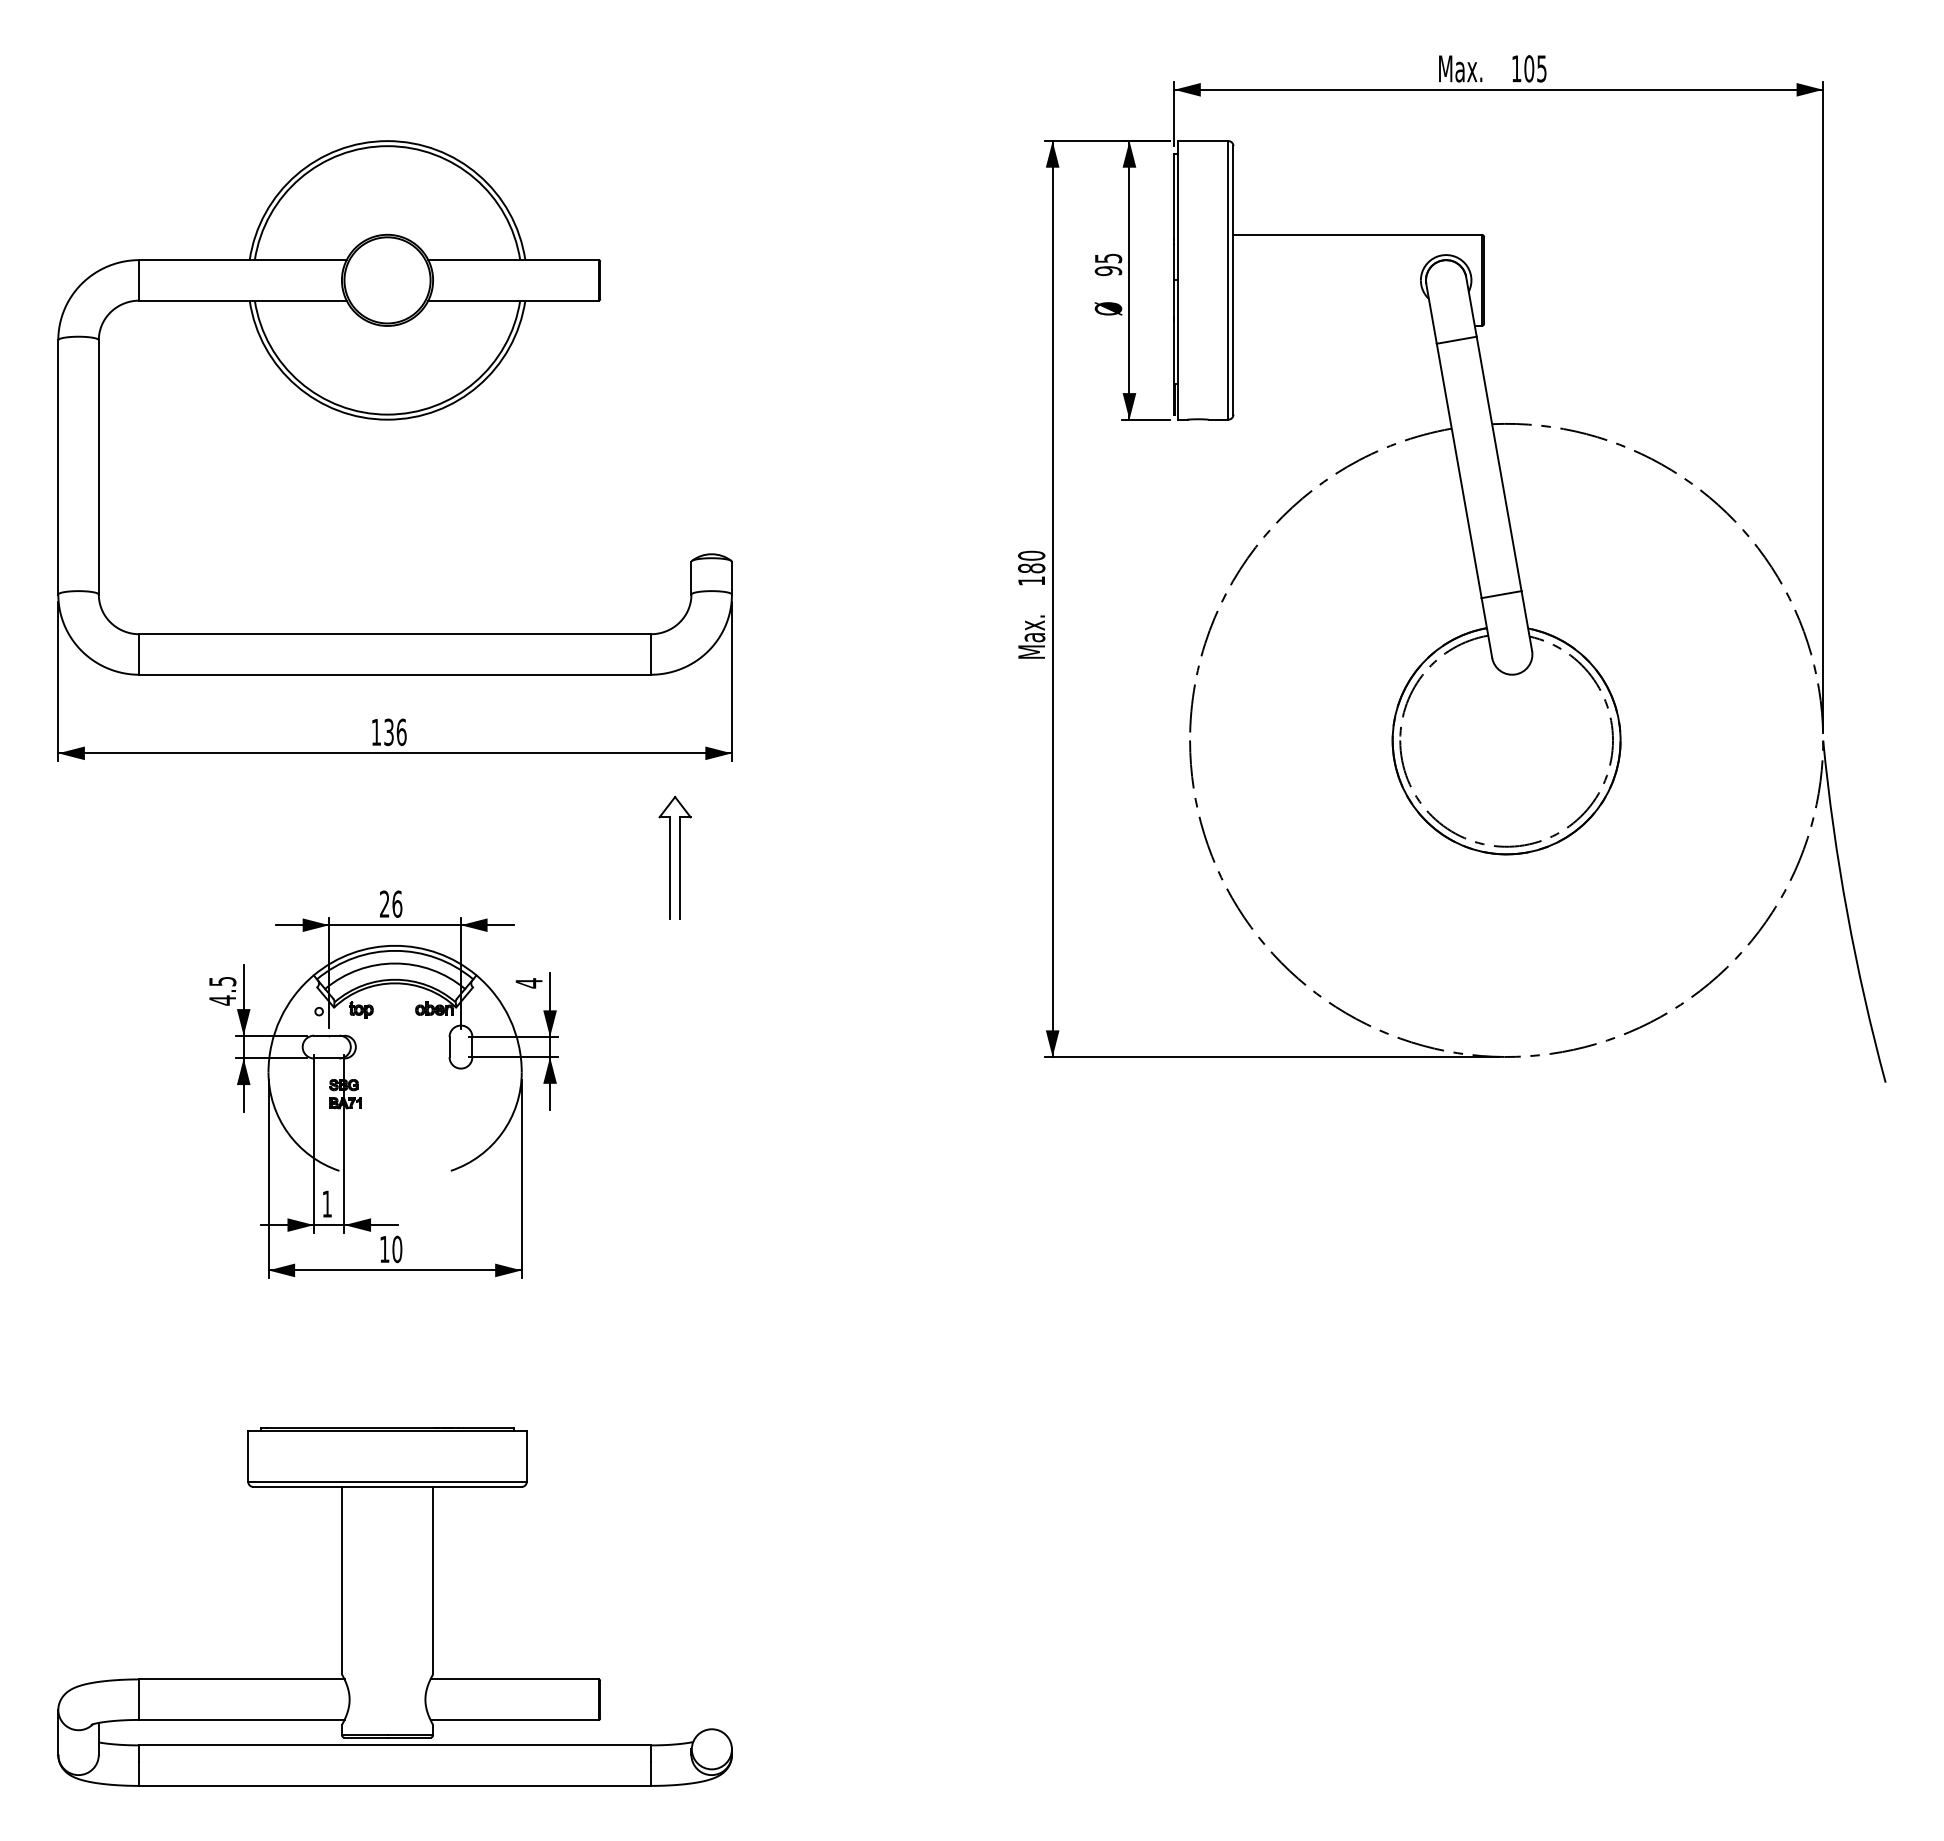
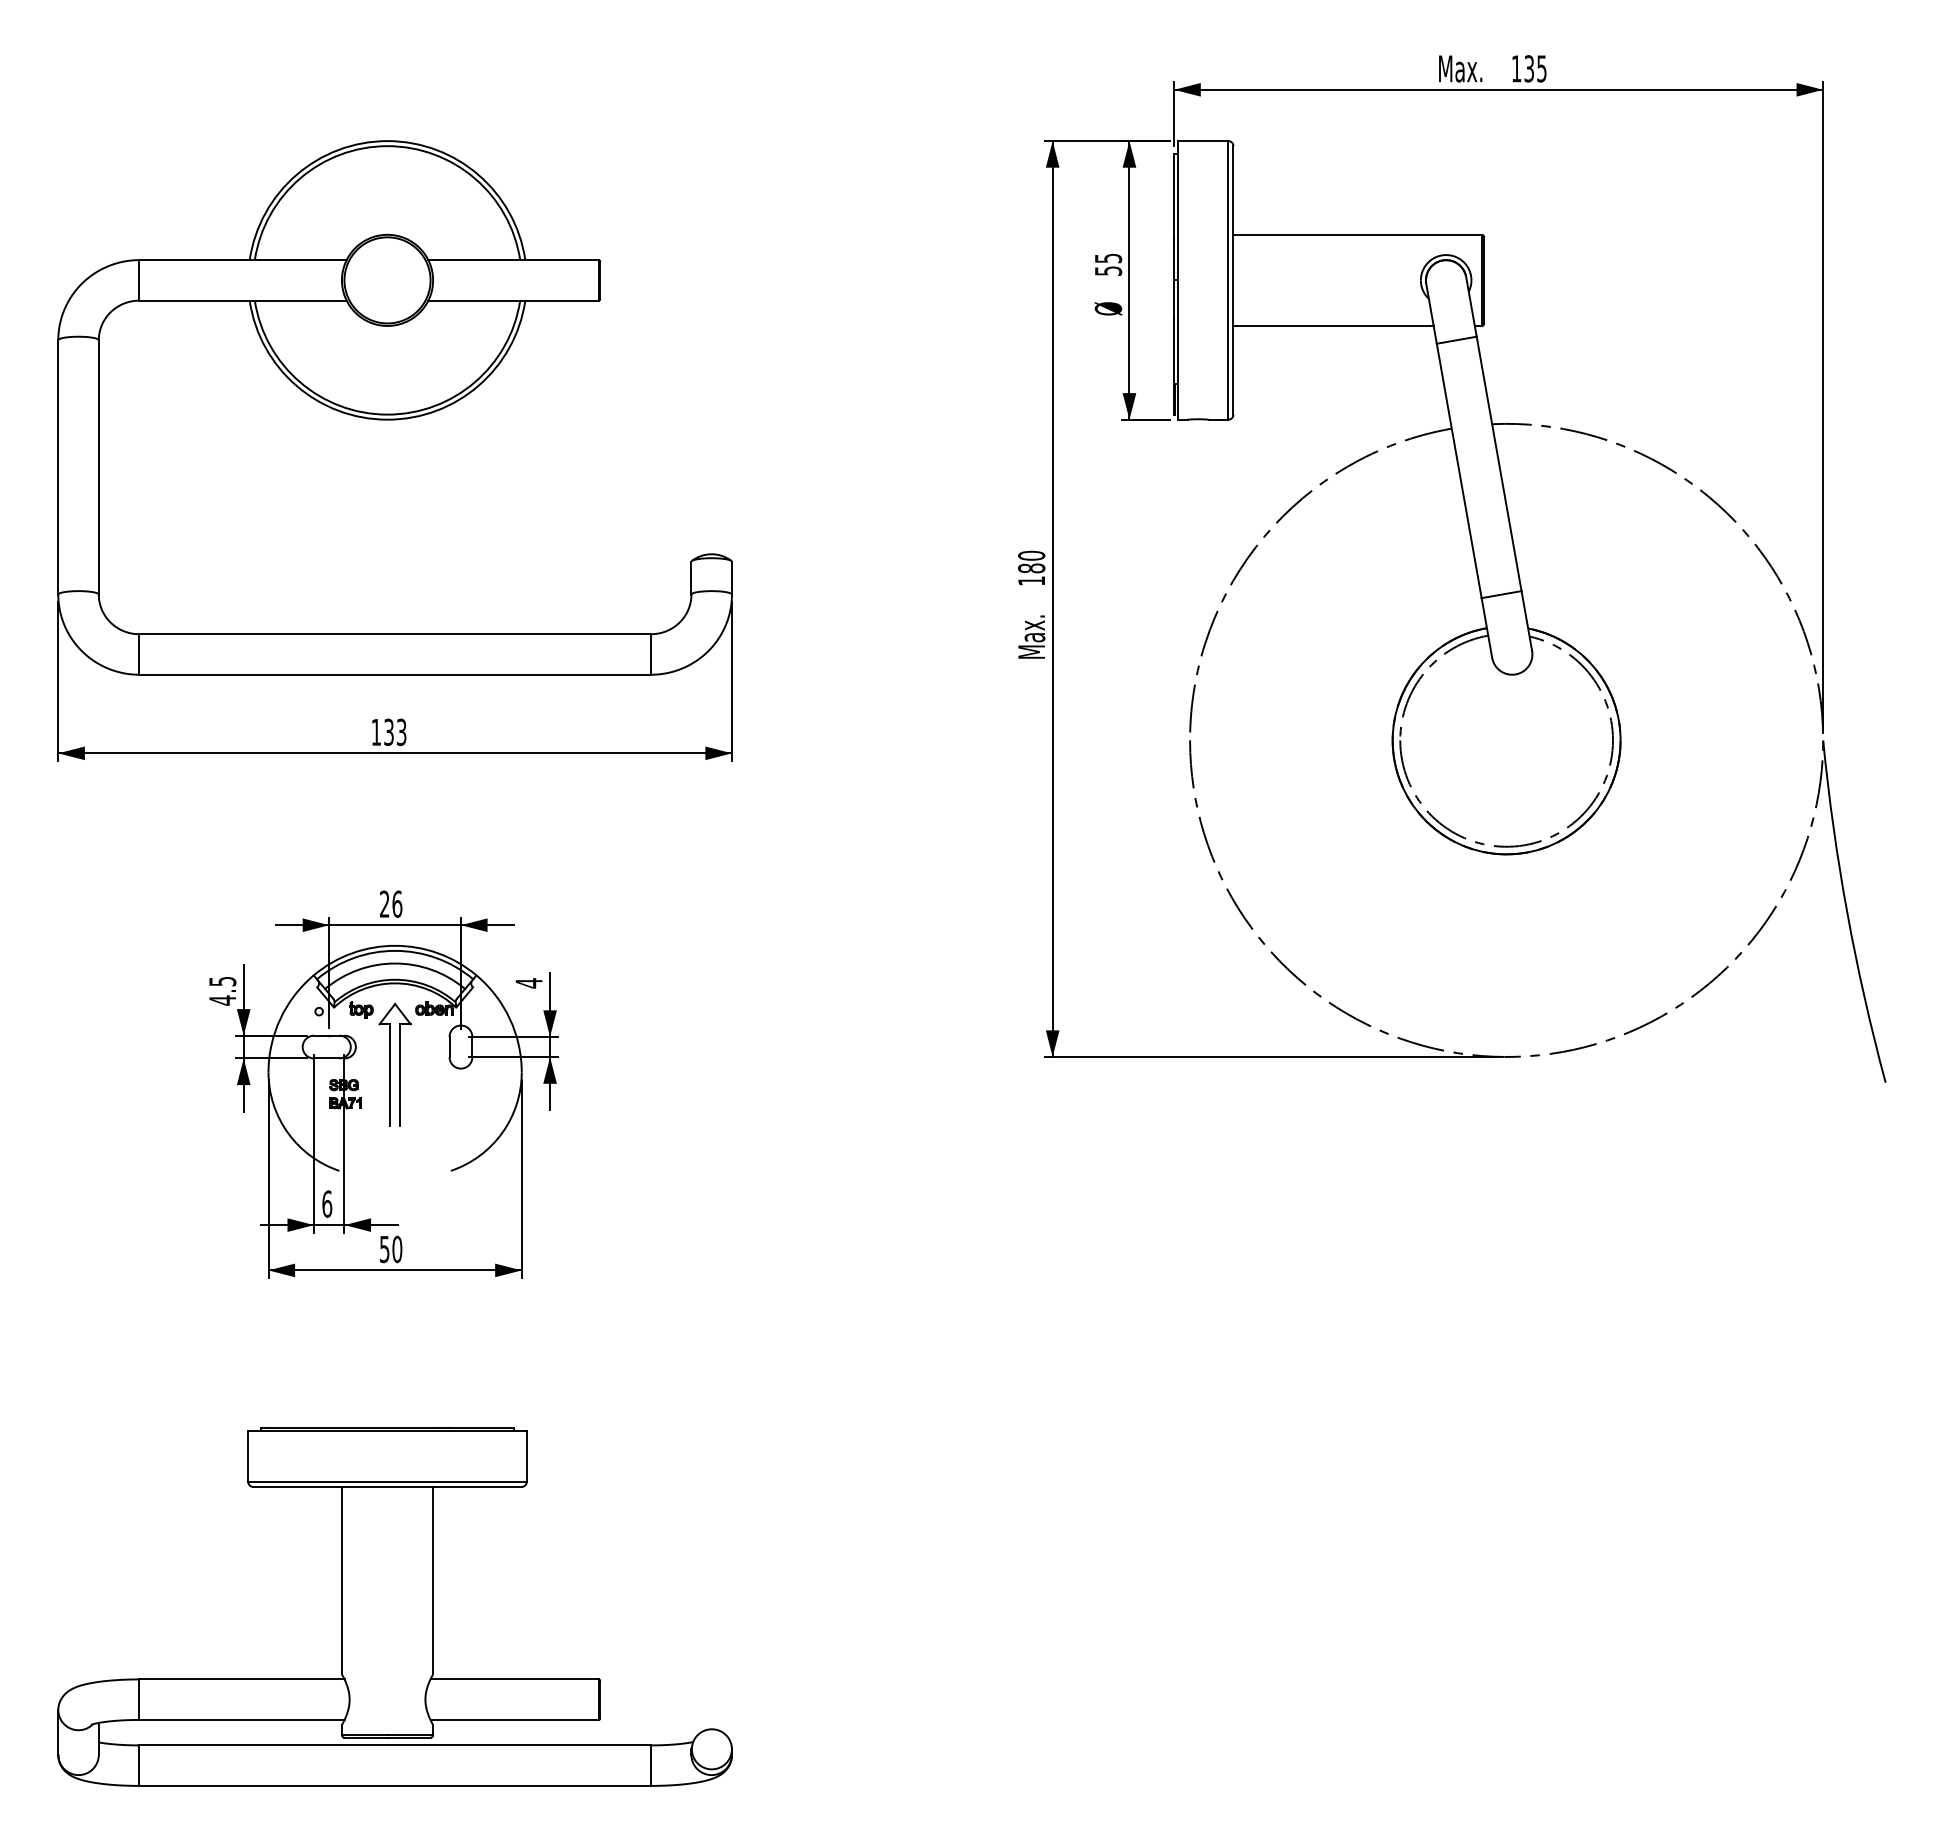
text at (1529, 68): 105 -> 135
text at (1107, 271): 95 -> 55
line at (1333, 325): none -> present
text at (401, 732): 136 -> 133
part at (674, 857) position: (674, 857) -> (394, 1064)
text at (327, 1203): 1 -> 6
text at (384, 1249): 10 -> 50
